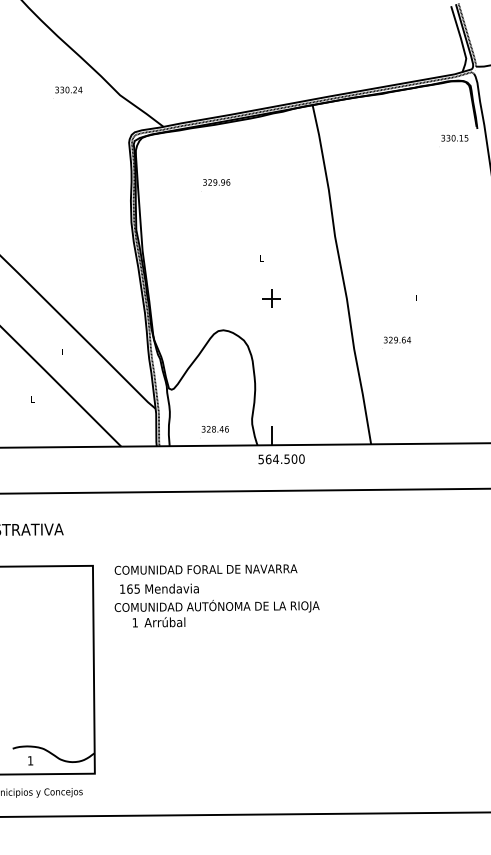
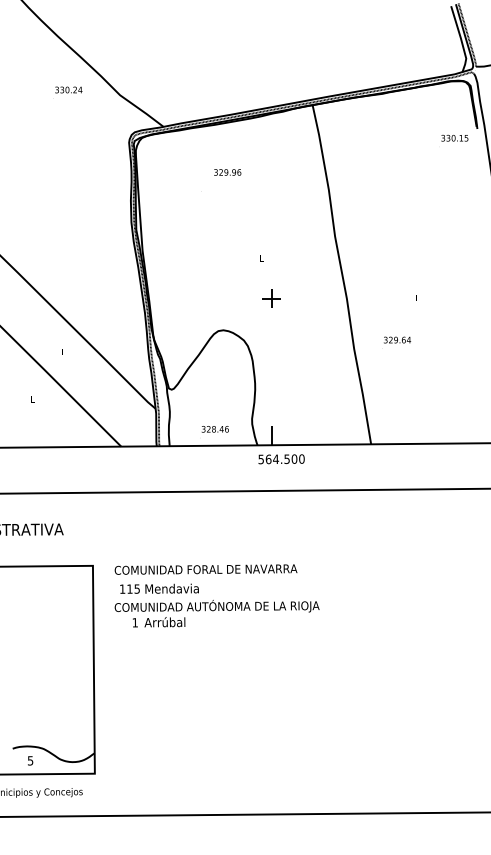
text at (216, 182) position: (216, 182) -> (227, 172)
text at (129, 588): 165 -> 115
text at (30, 760): 1 -> 5
